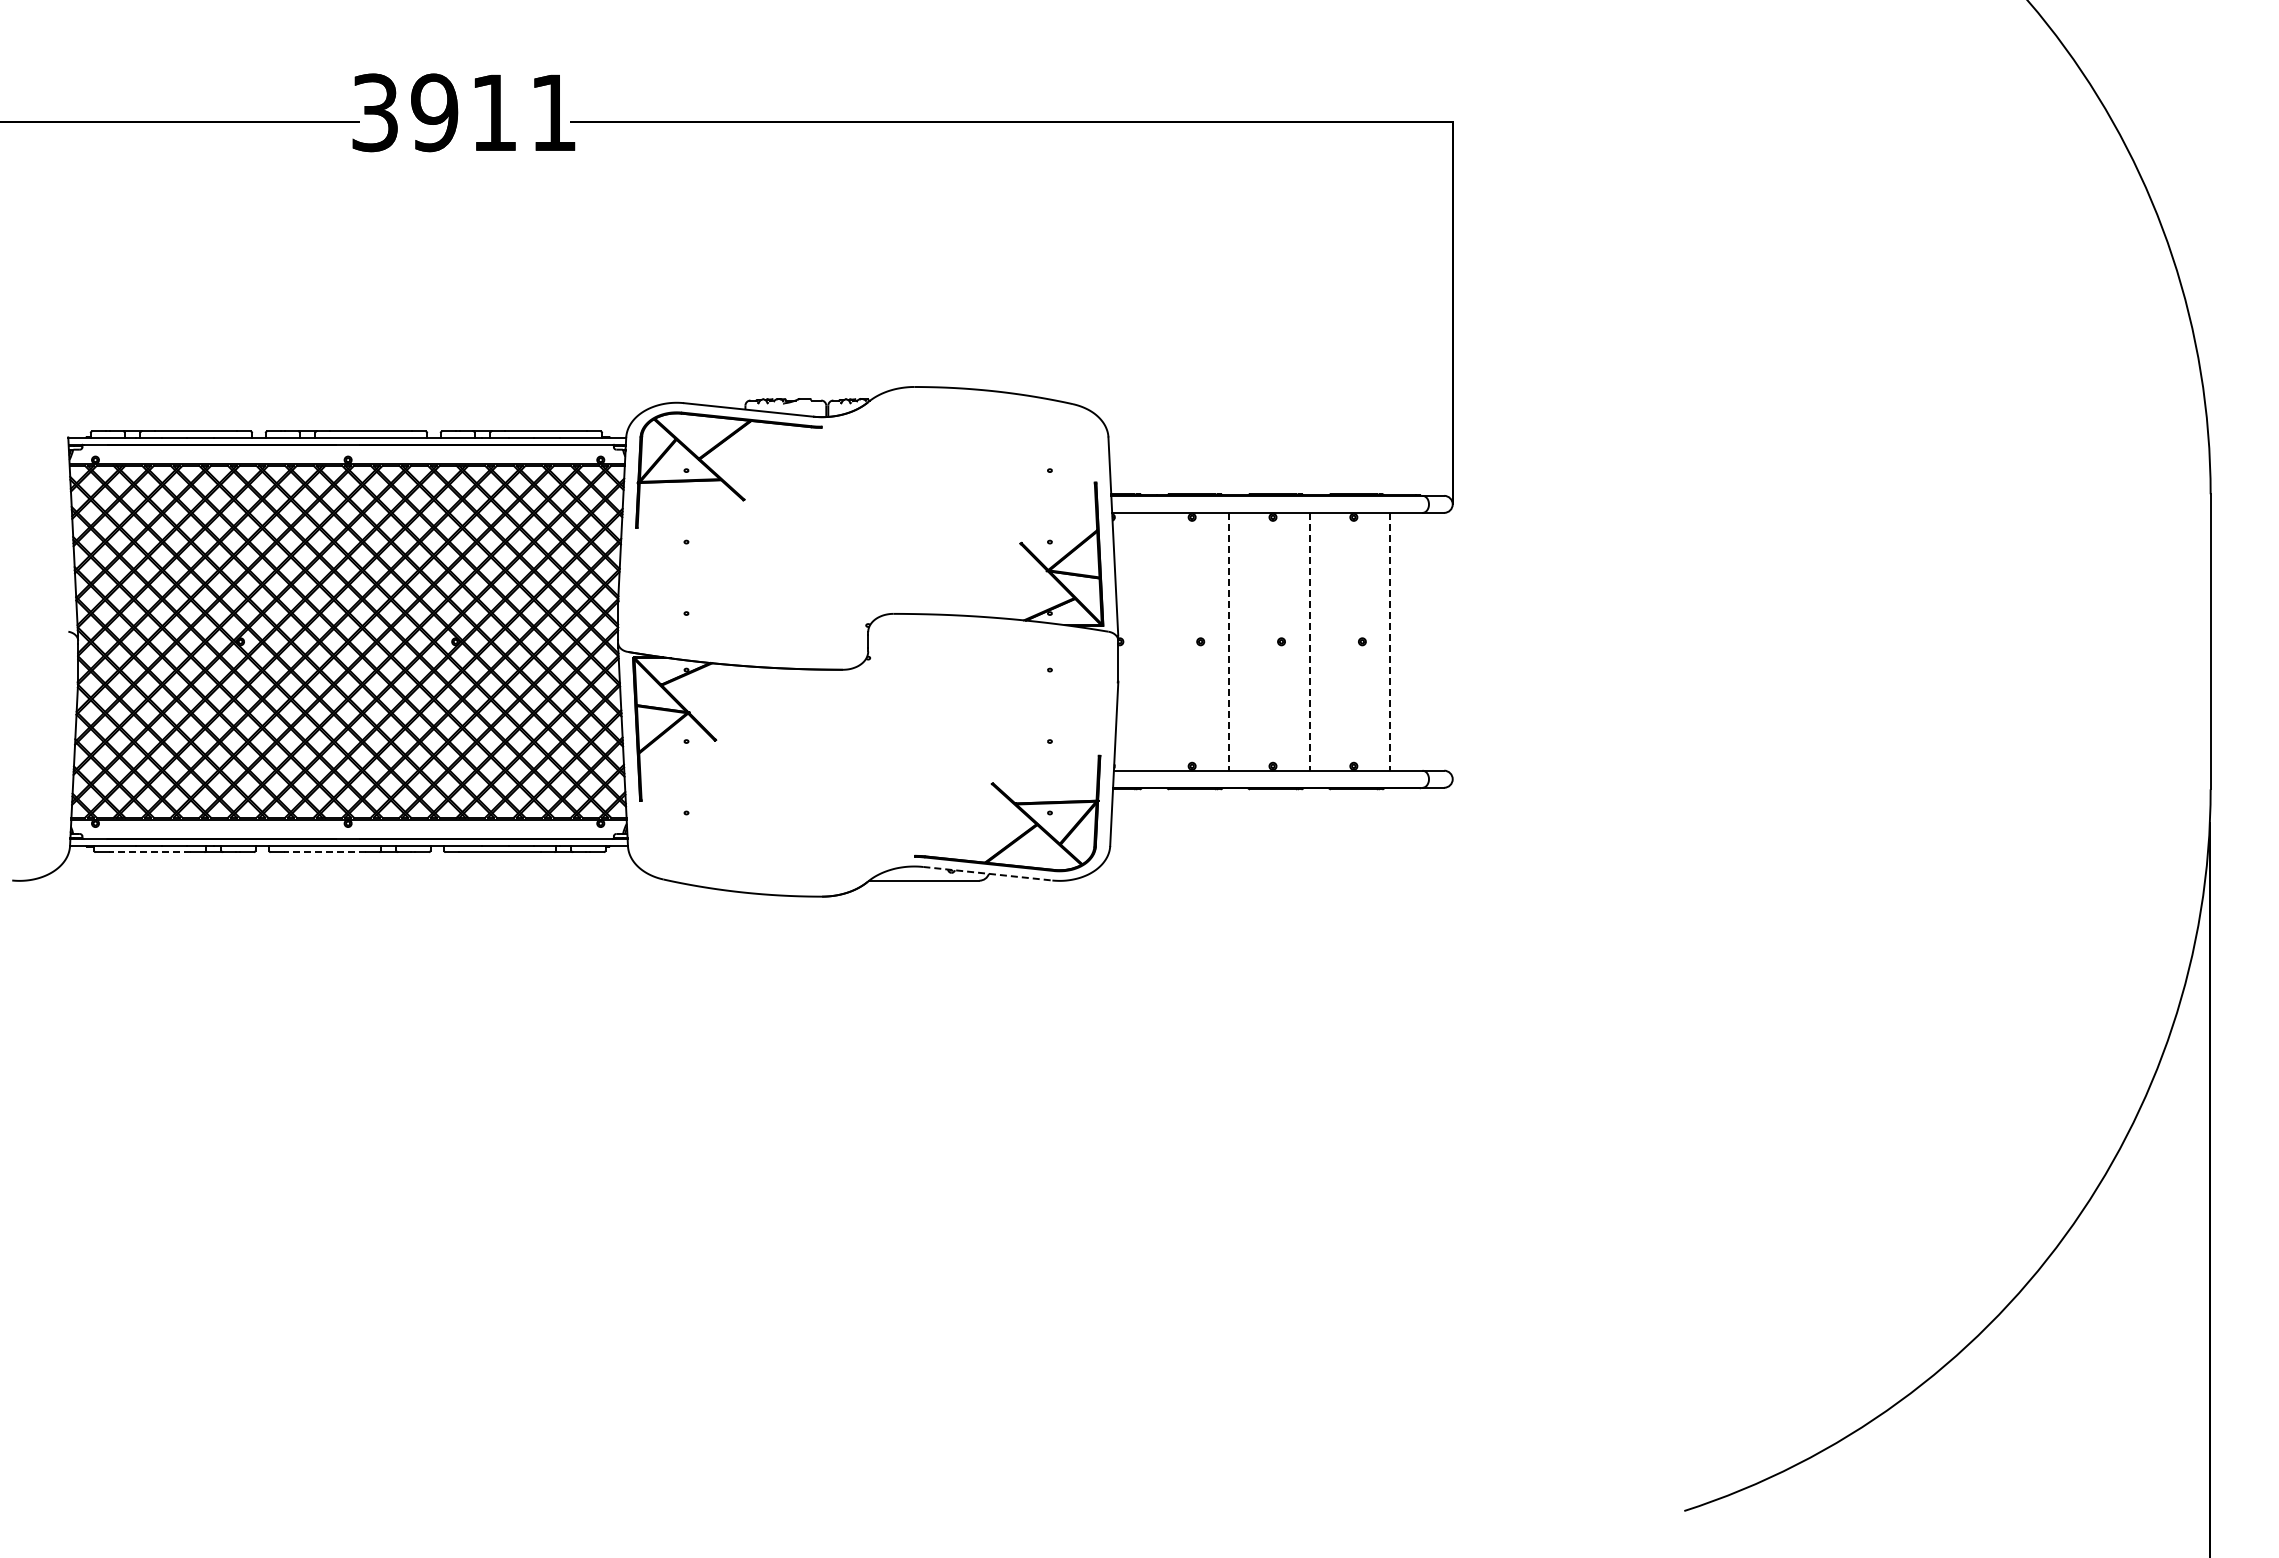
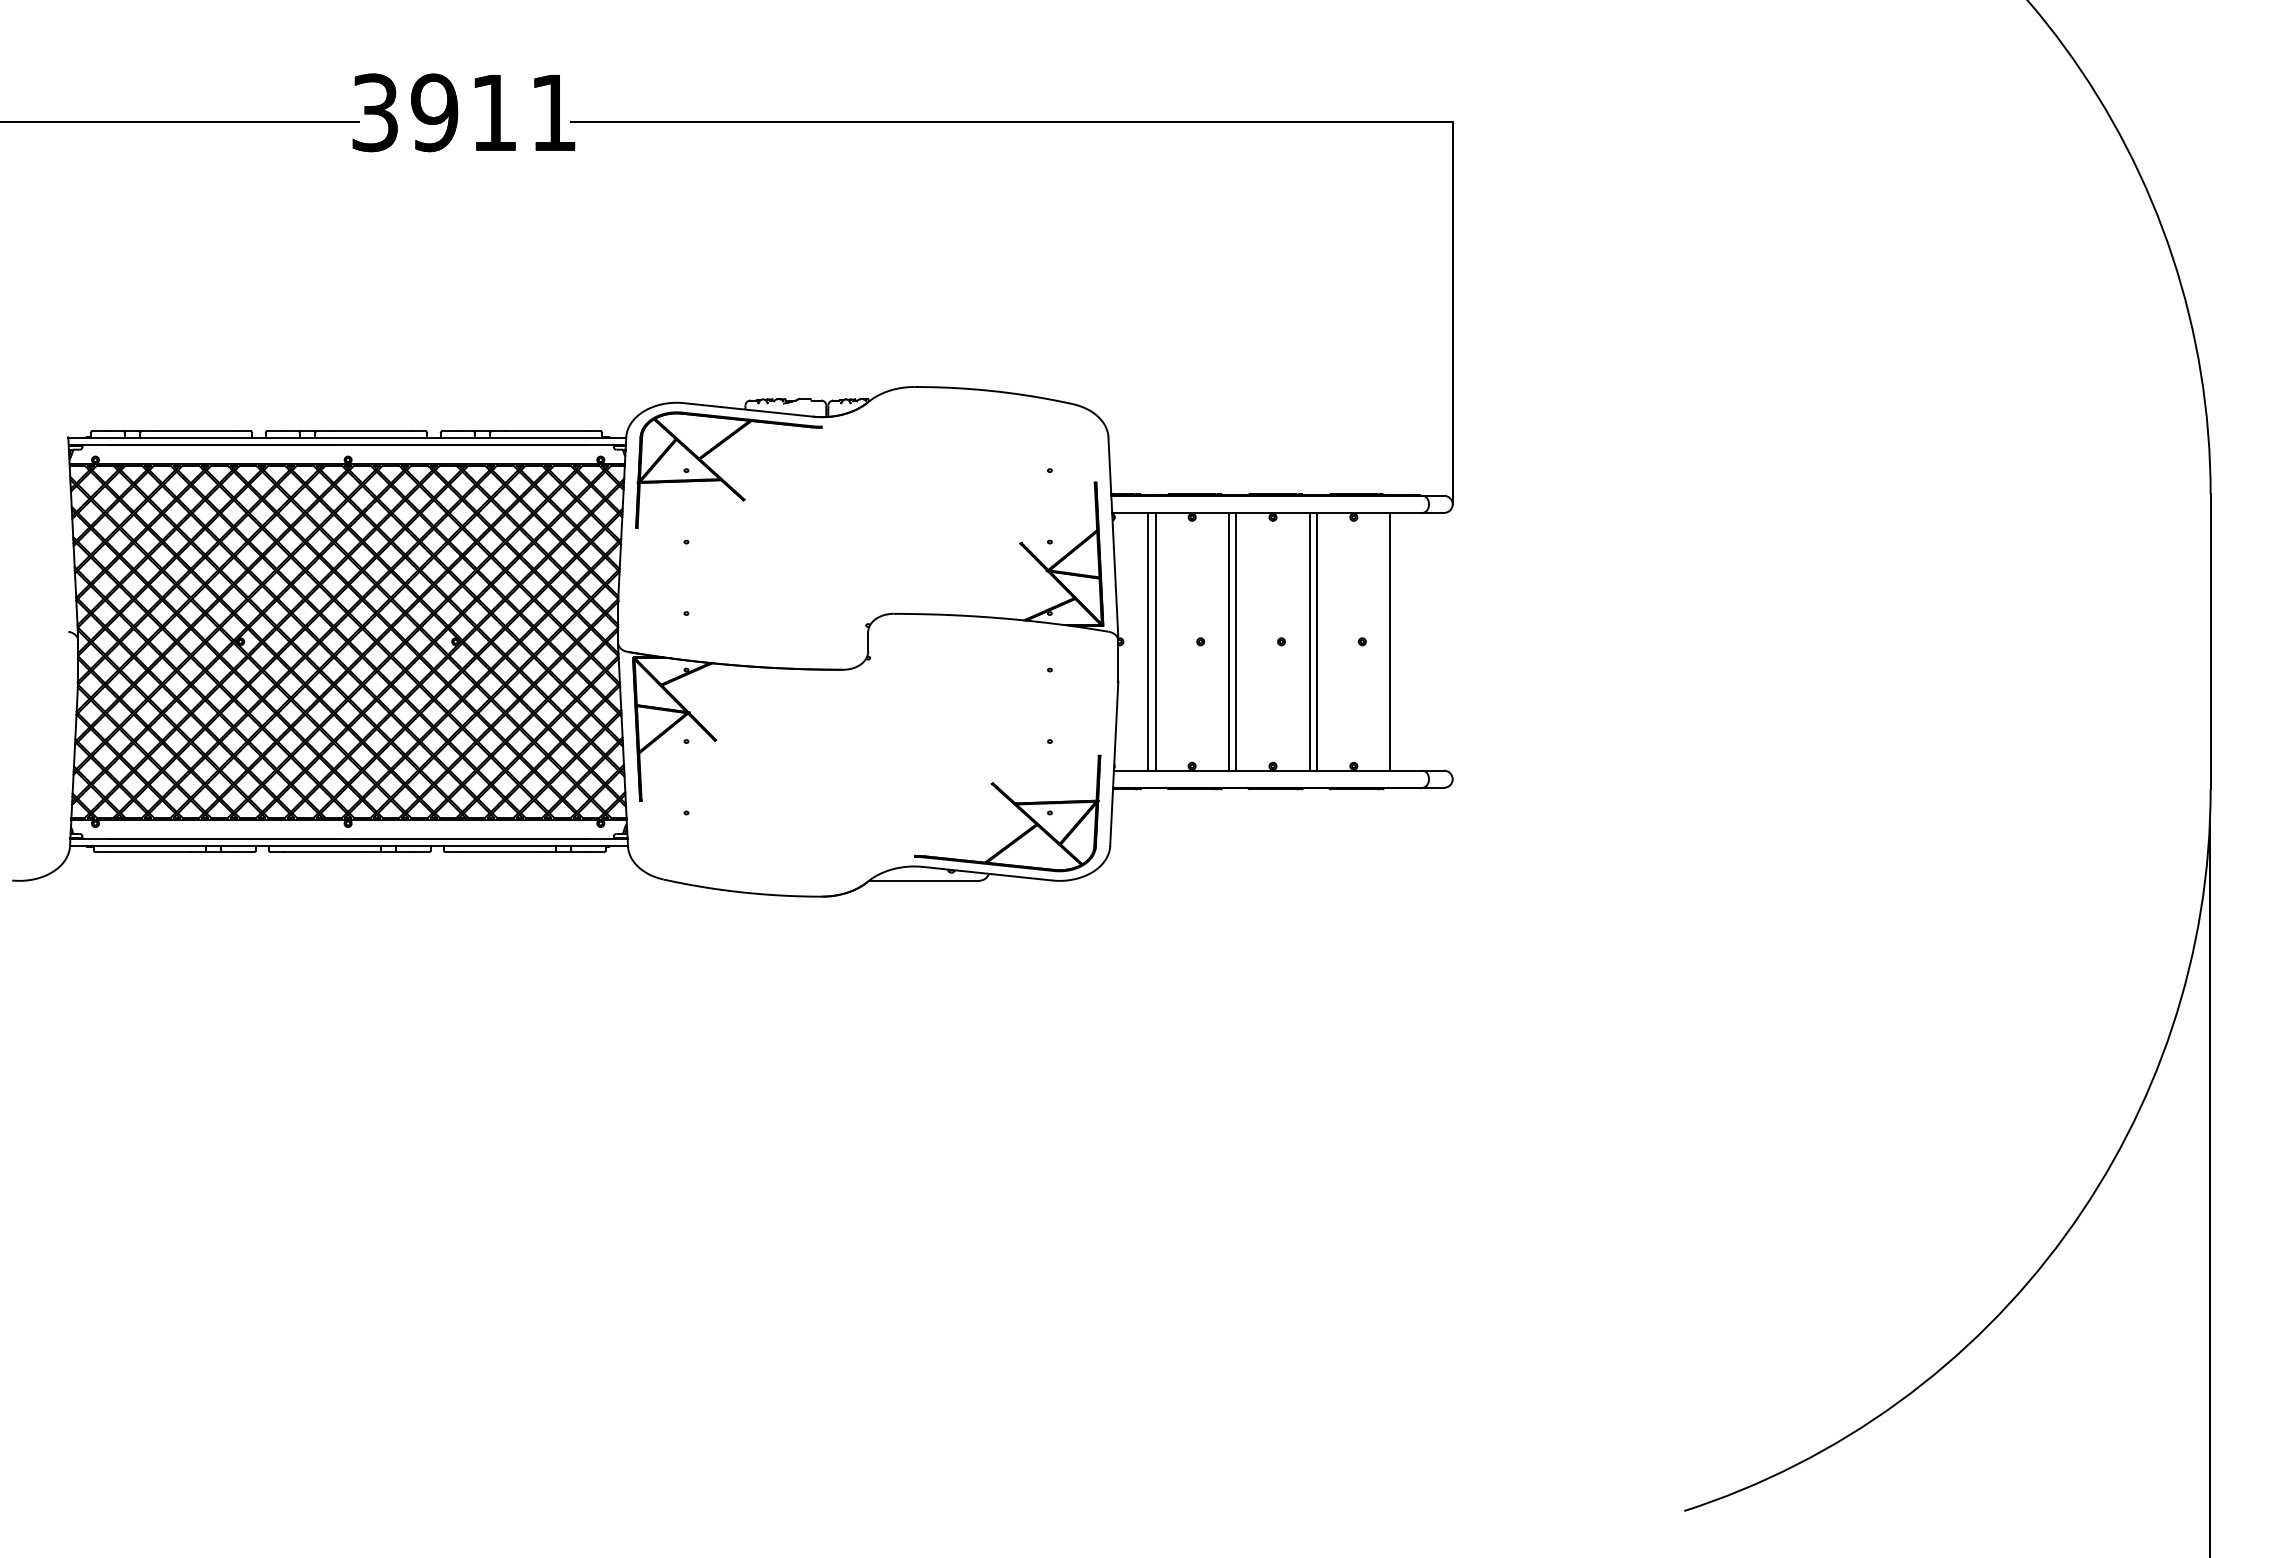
line at (1147, 641): none -> present
line at (1155, 641): none -> present
line at (1228, 641): dashed -> solid
line at (1236, 641): none -> present
line at (1309, 641): dashed -> solid
line at (1317, 641): none -> present
line at (1390, 641): dashed -> solid
line at (150, 852): dashed -> solid
line at (325, 852): dashed -> solid
line at (987, 873): dashed -> solid
